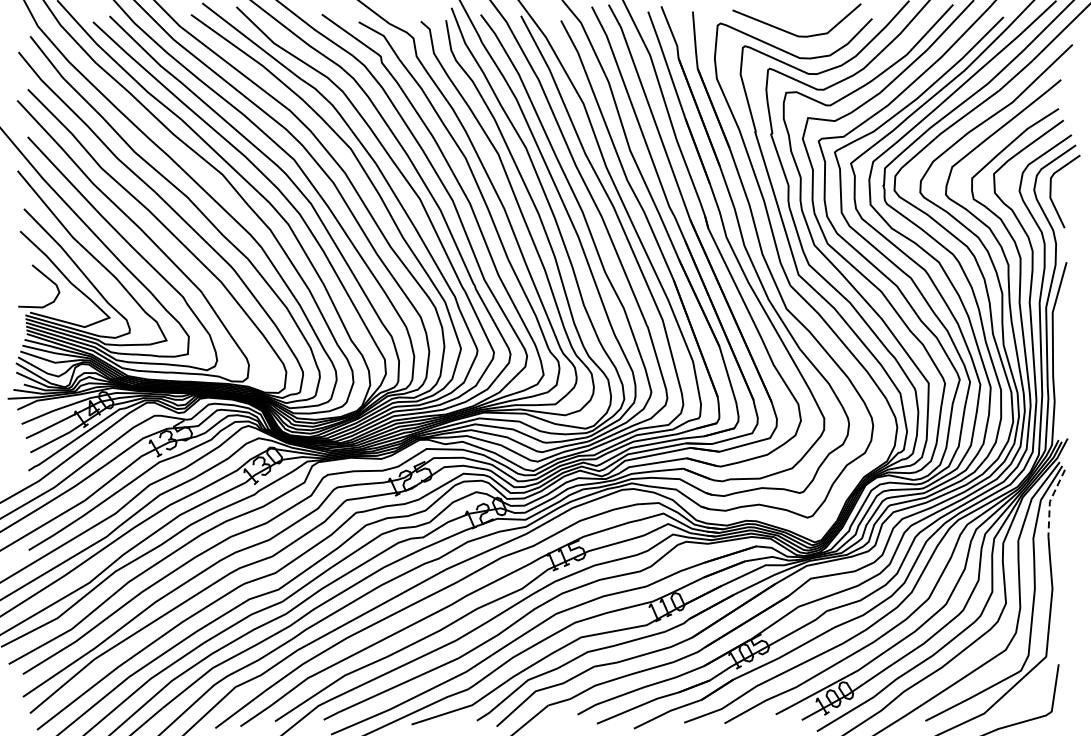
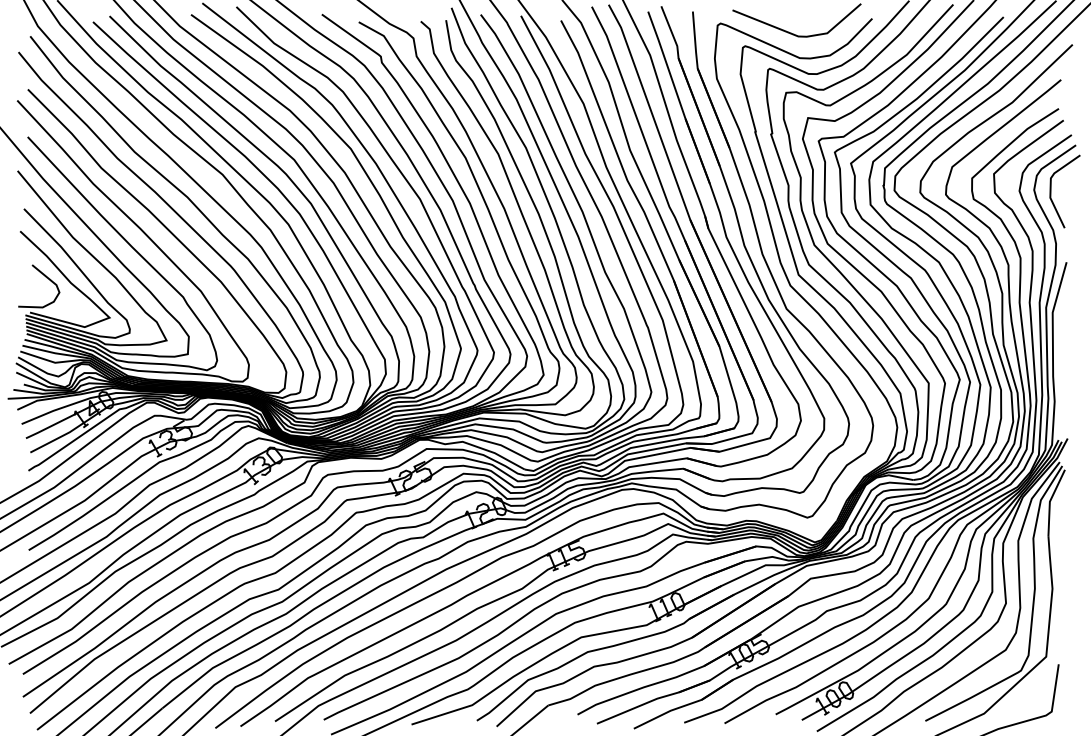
line at (1049, 501): dashed -> solid
